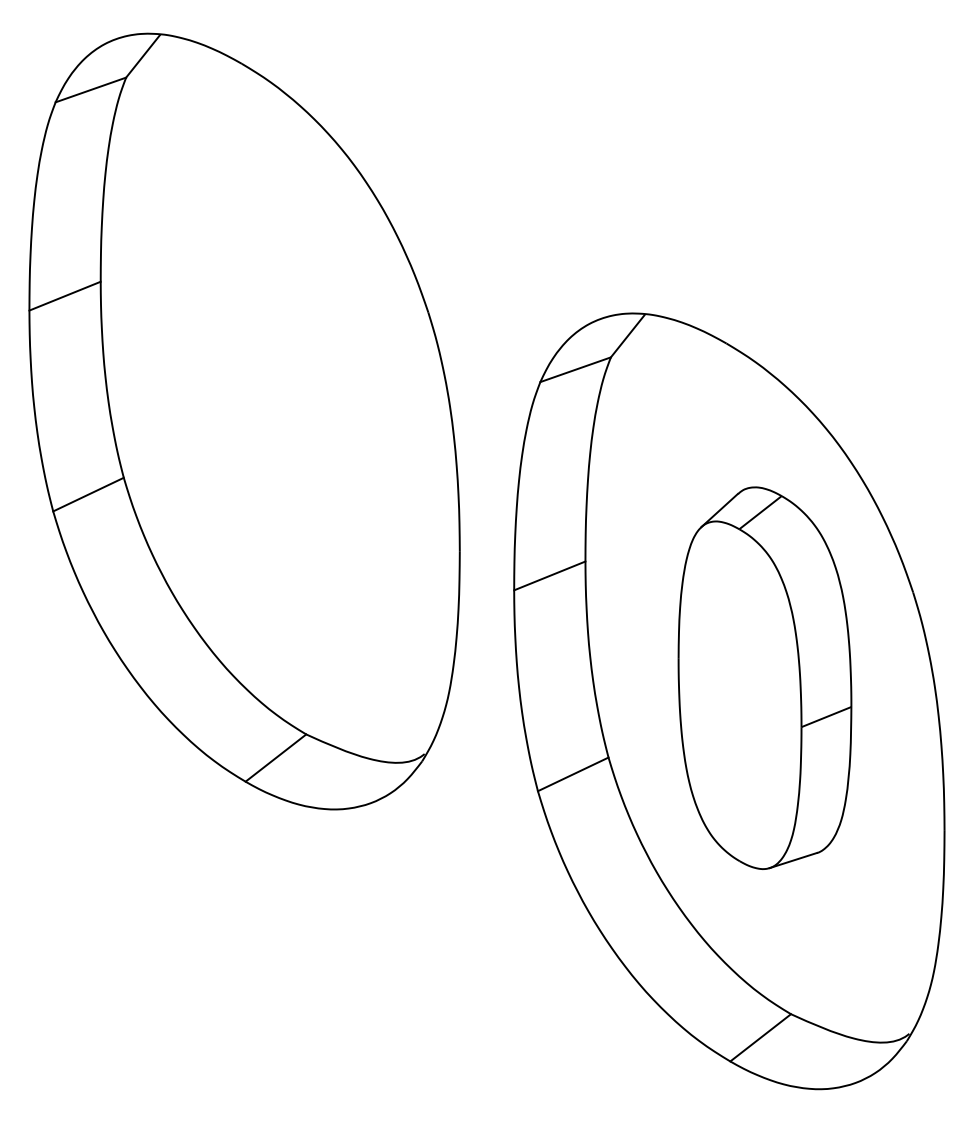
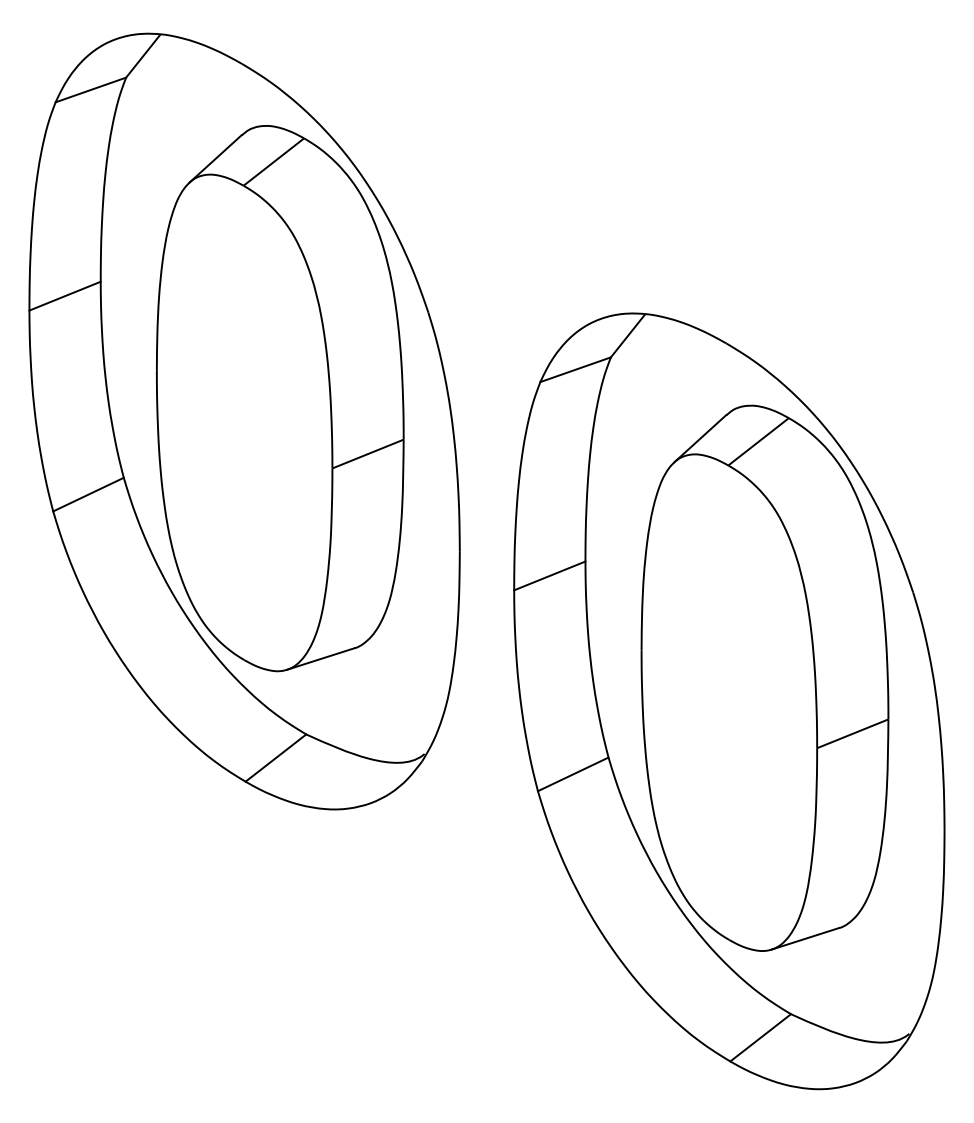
part at (280, 398): none -> present
part at (764, 677) size: 176x384 px -> 250x548 px
